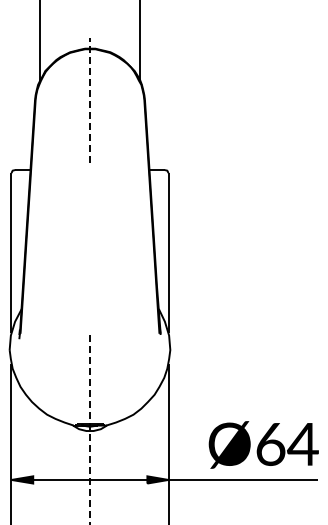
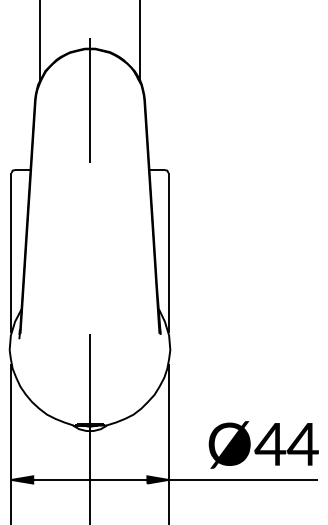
line at (90, 100): dashed -> solid
line at (90, 428): dashed -> solid
text at (270, 444): Ø6 -> Ø4
